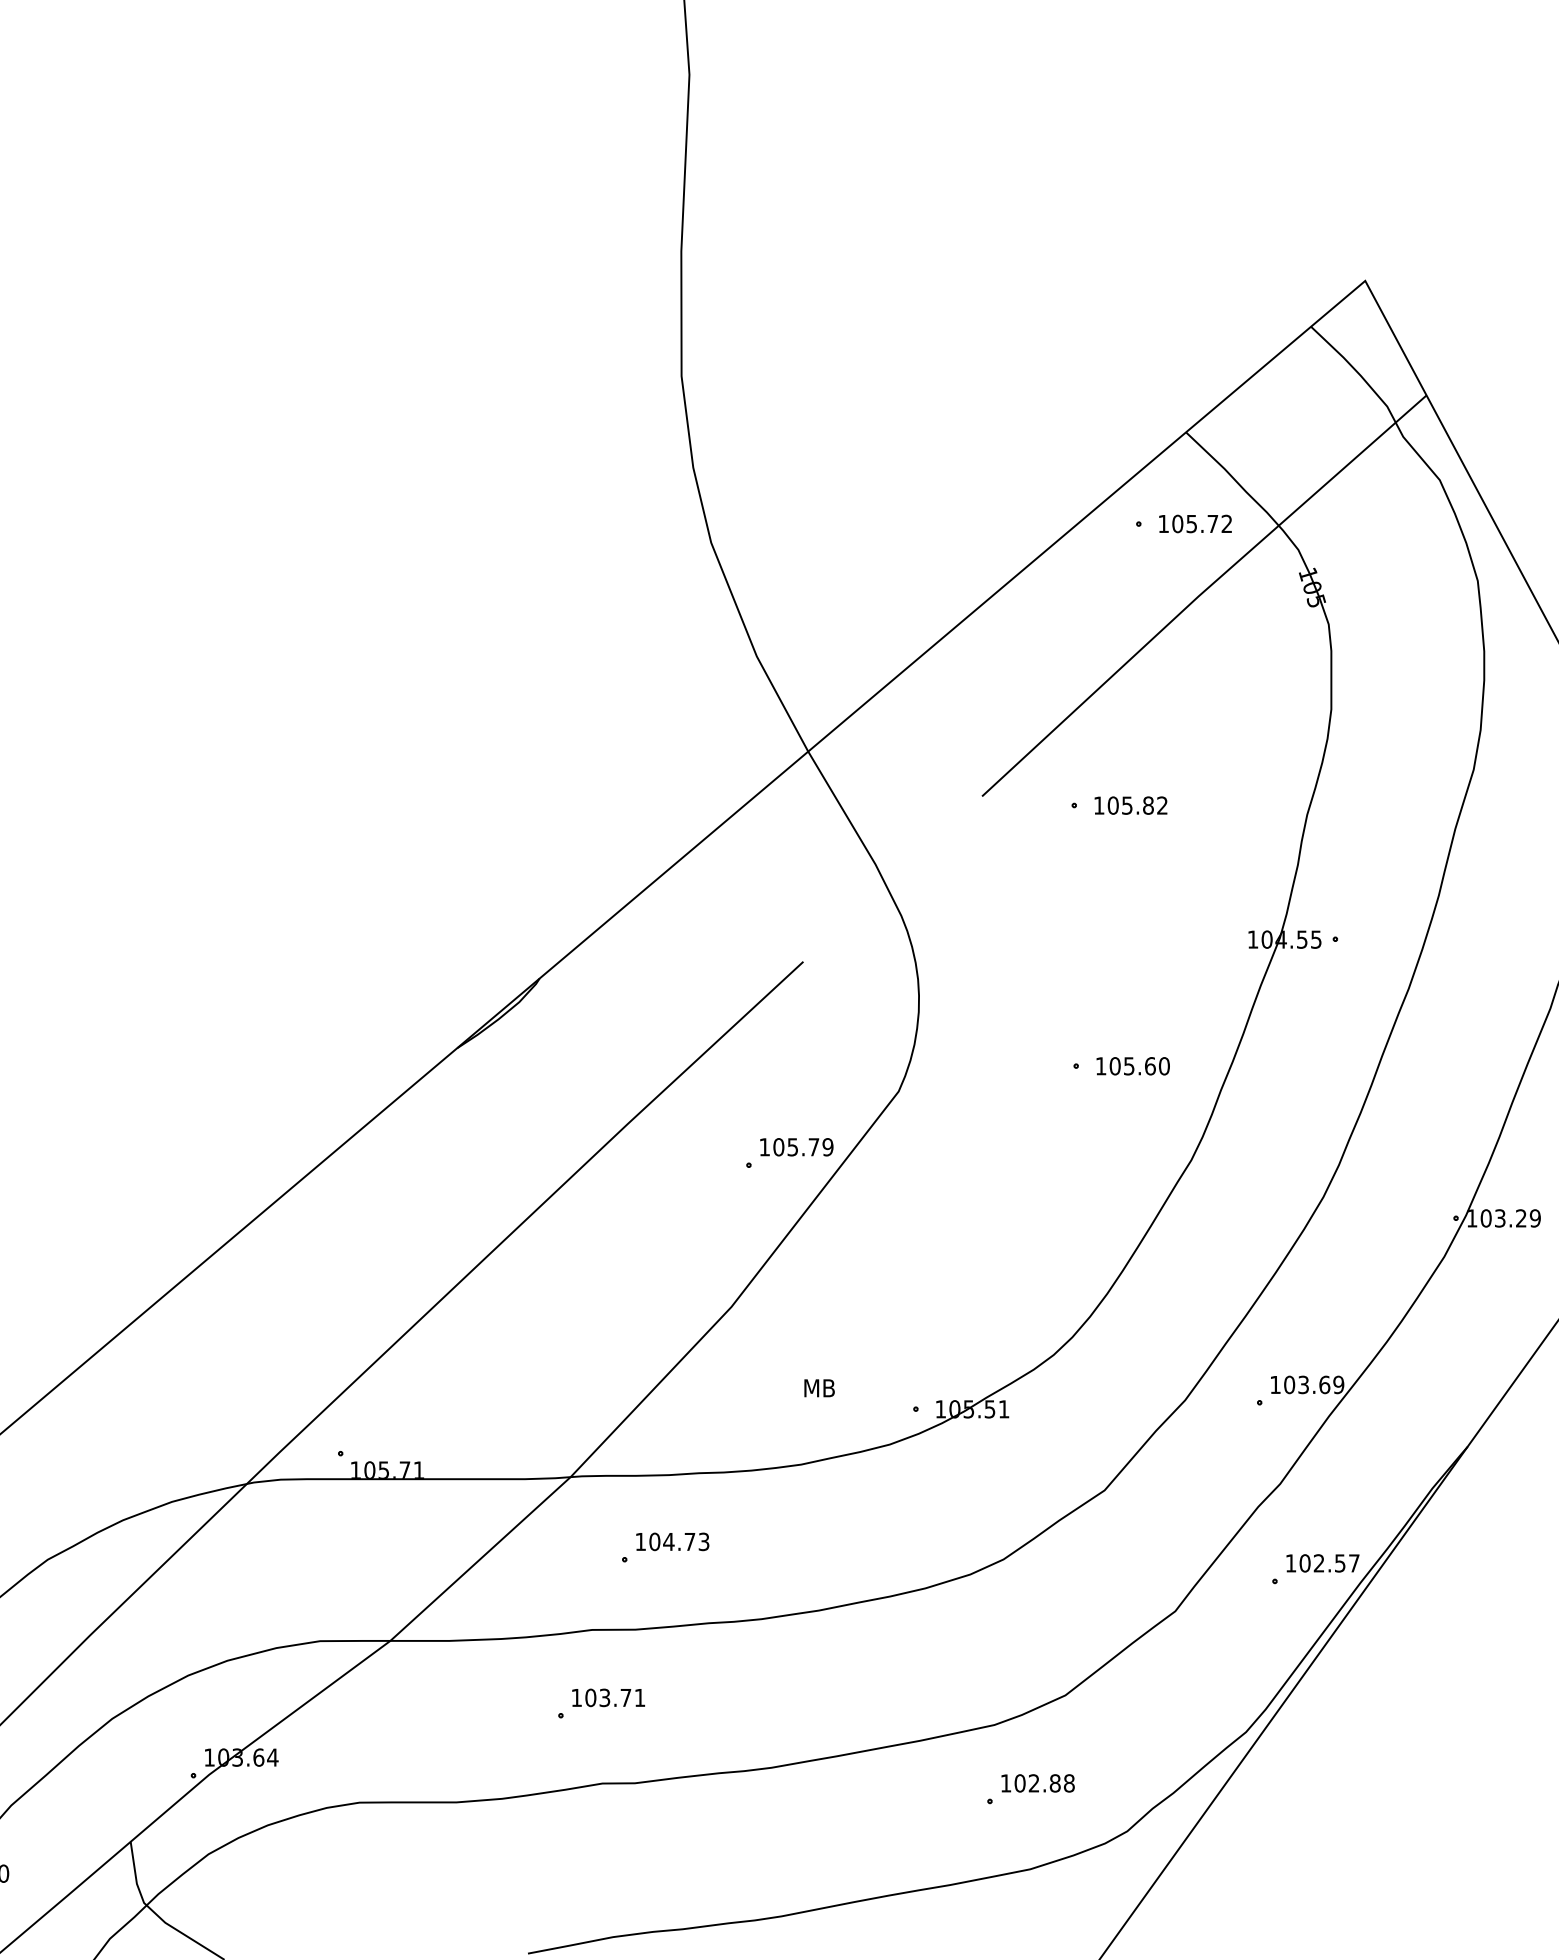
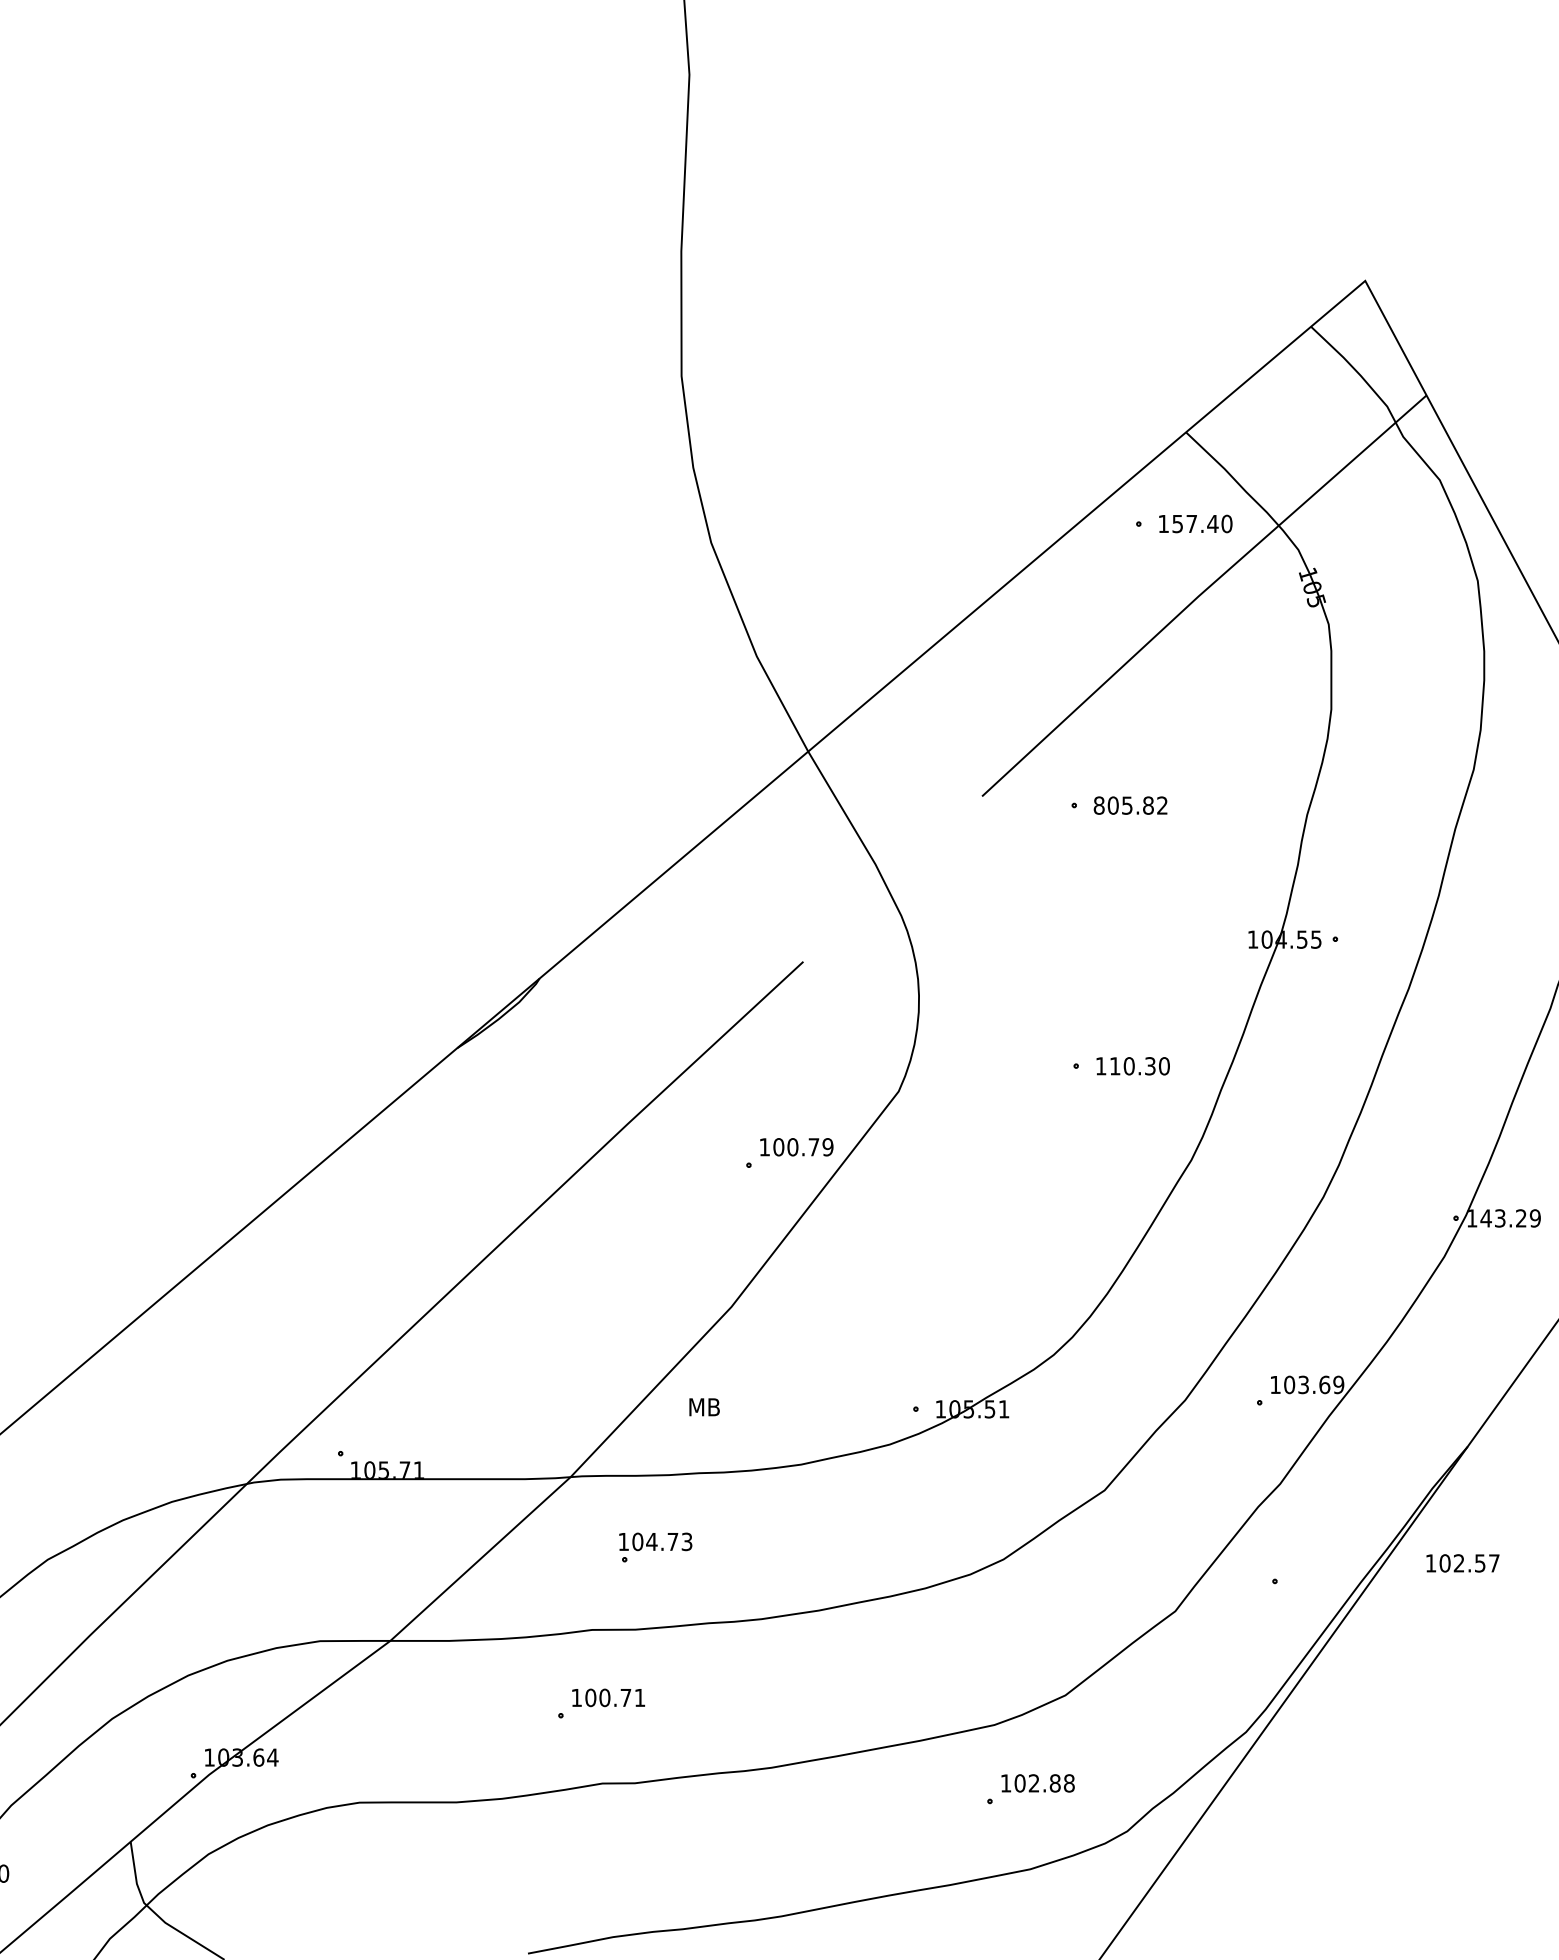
text at (1202, 523): 105.72 -> 157.40
text at (1098, 805): 105.82 -> 805.82
text at (1132, 1066): 105.60 -> 110.30
text at (792, 1147): 105.79 -> 100.79
text at (1485, 1218): 103.29 -> 143.29
text at (819, 1388) position: (819, 1388) -> (704, 1407)
text at (672, 1541) position: (672, 1541) -> (655, 1541)
text at (1322, 1563) position: (1322, 1563) -> (1462, 1563)
text at (604, 1697): 103.71 -> 100.71
